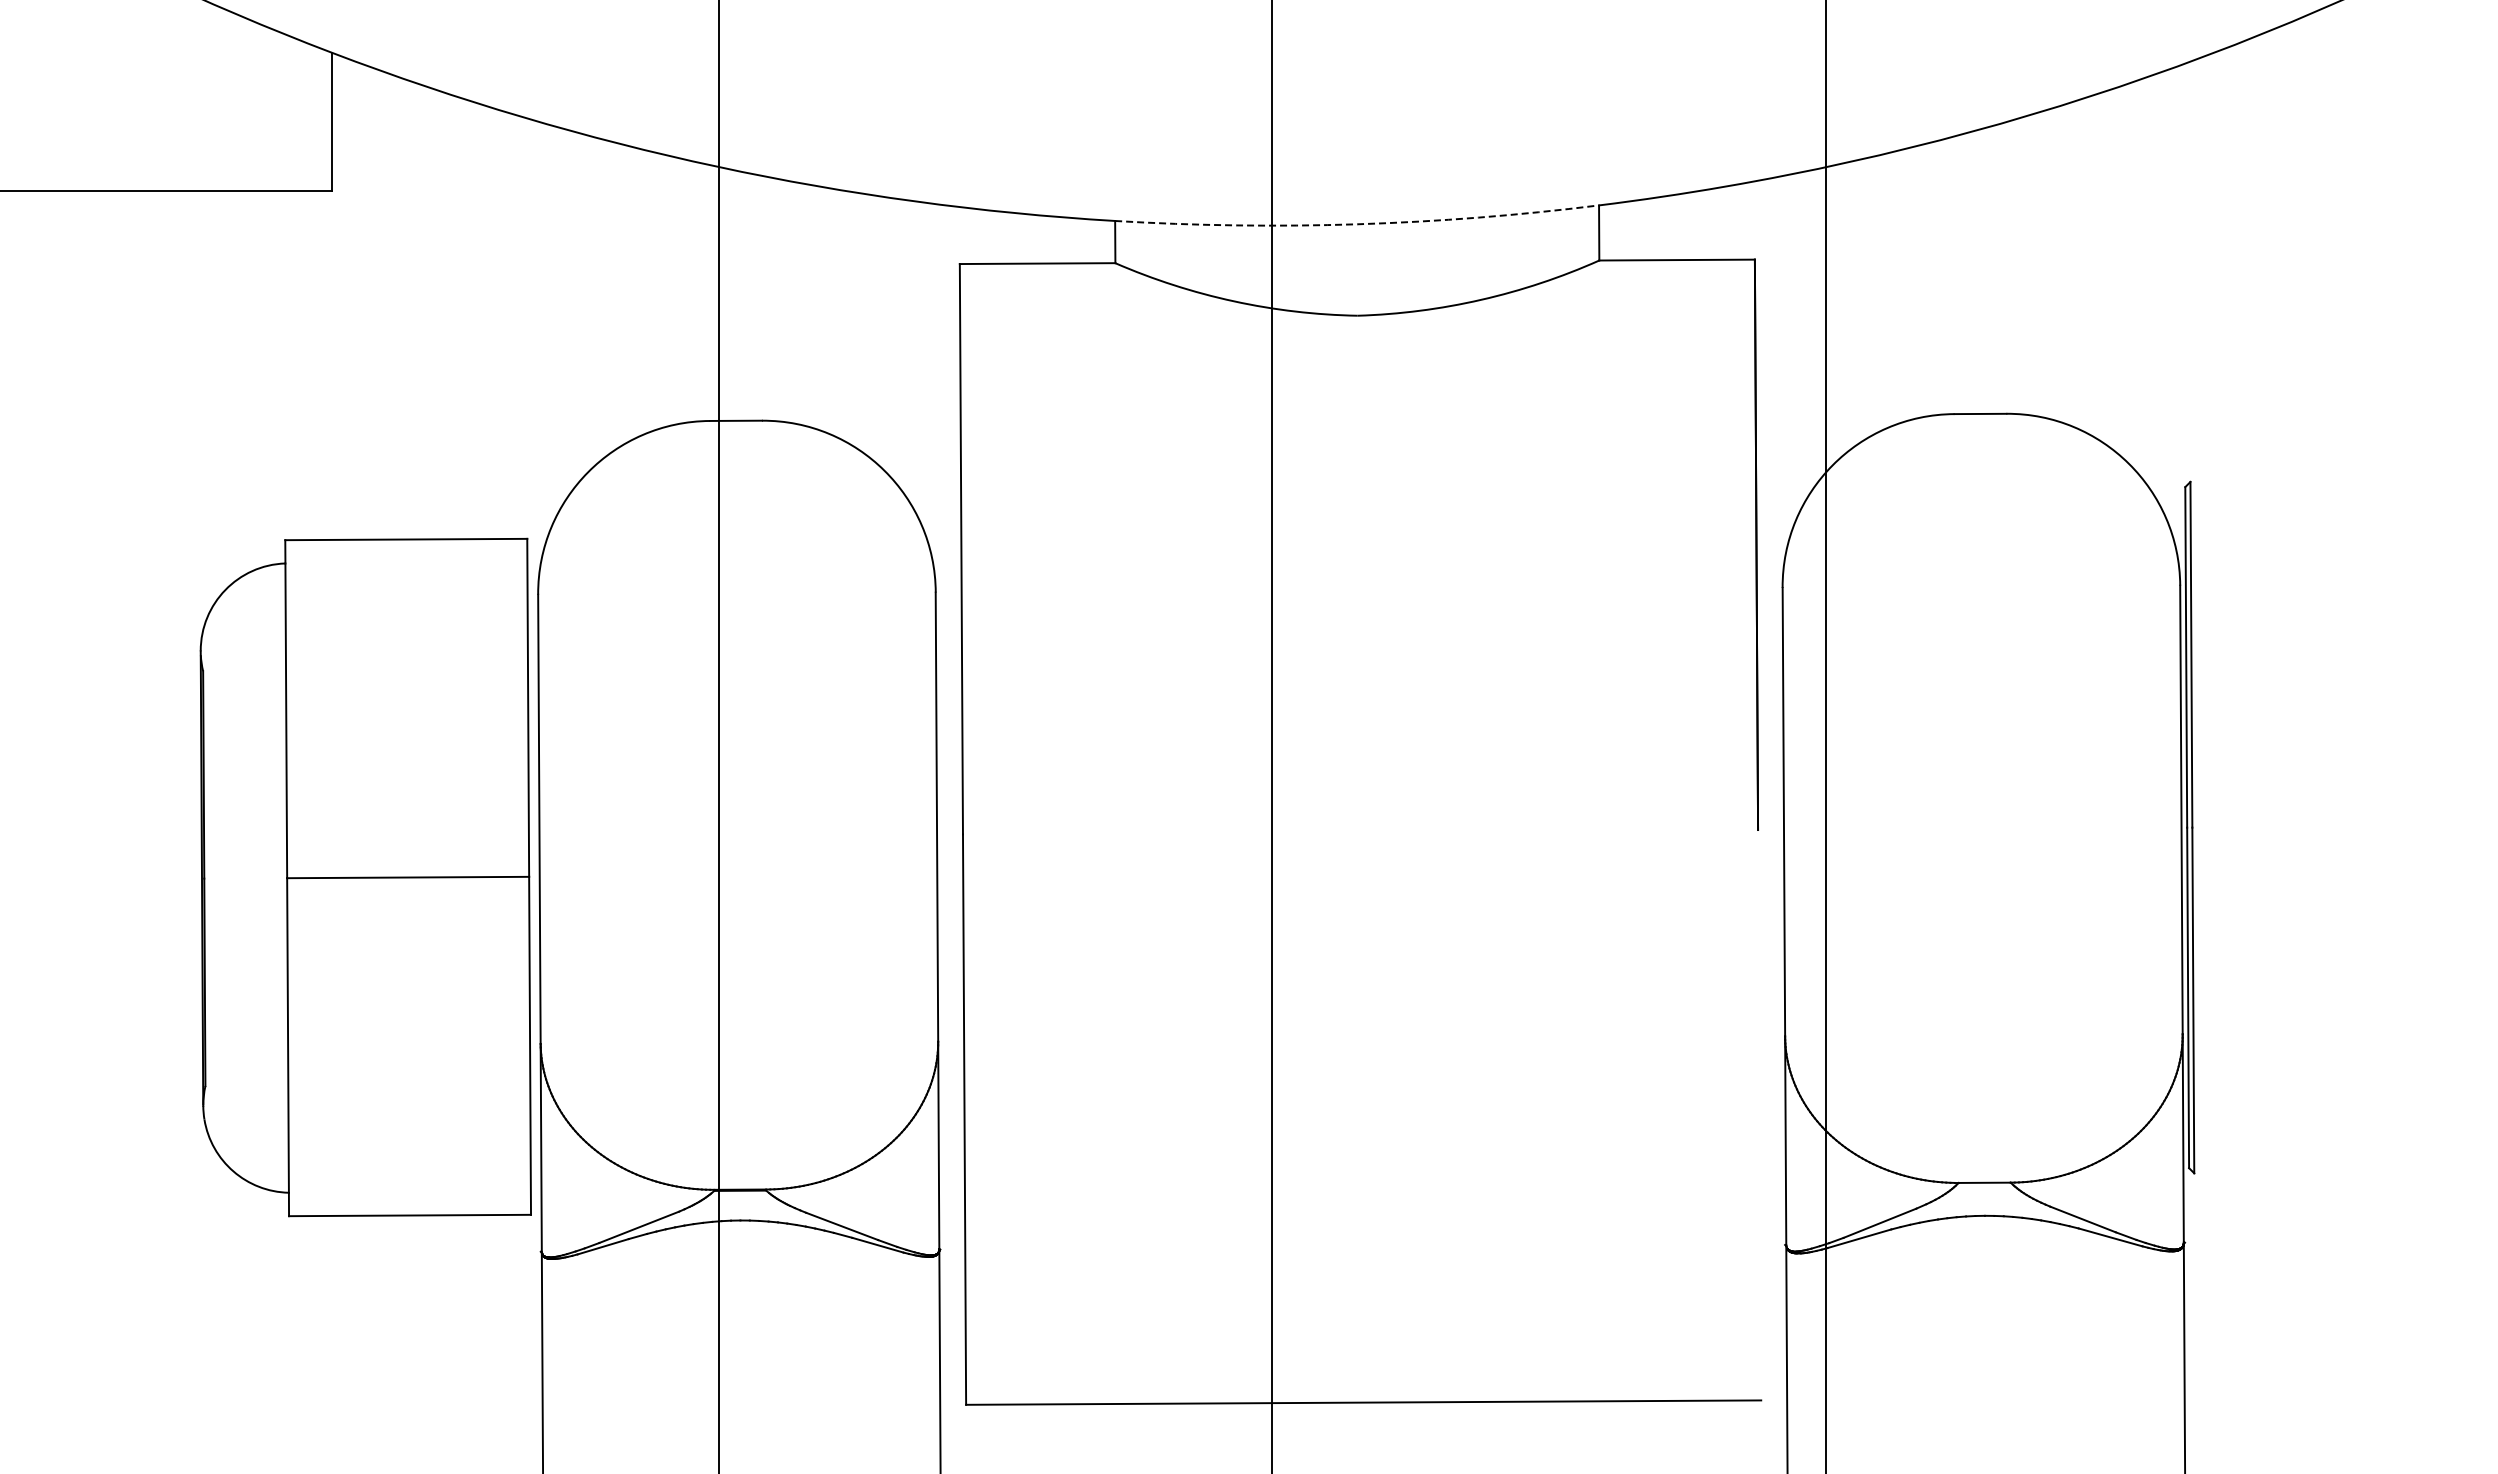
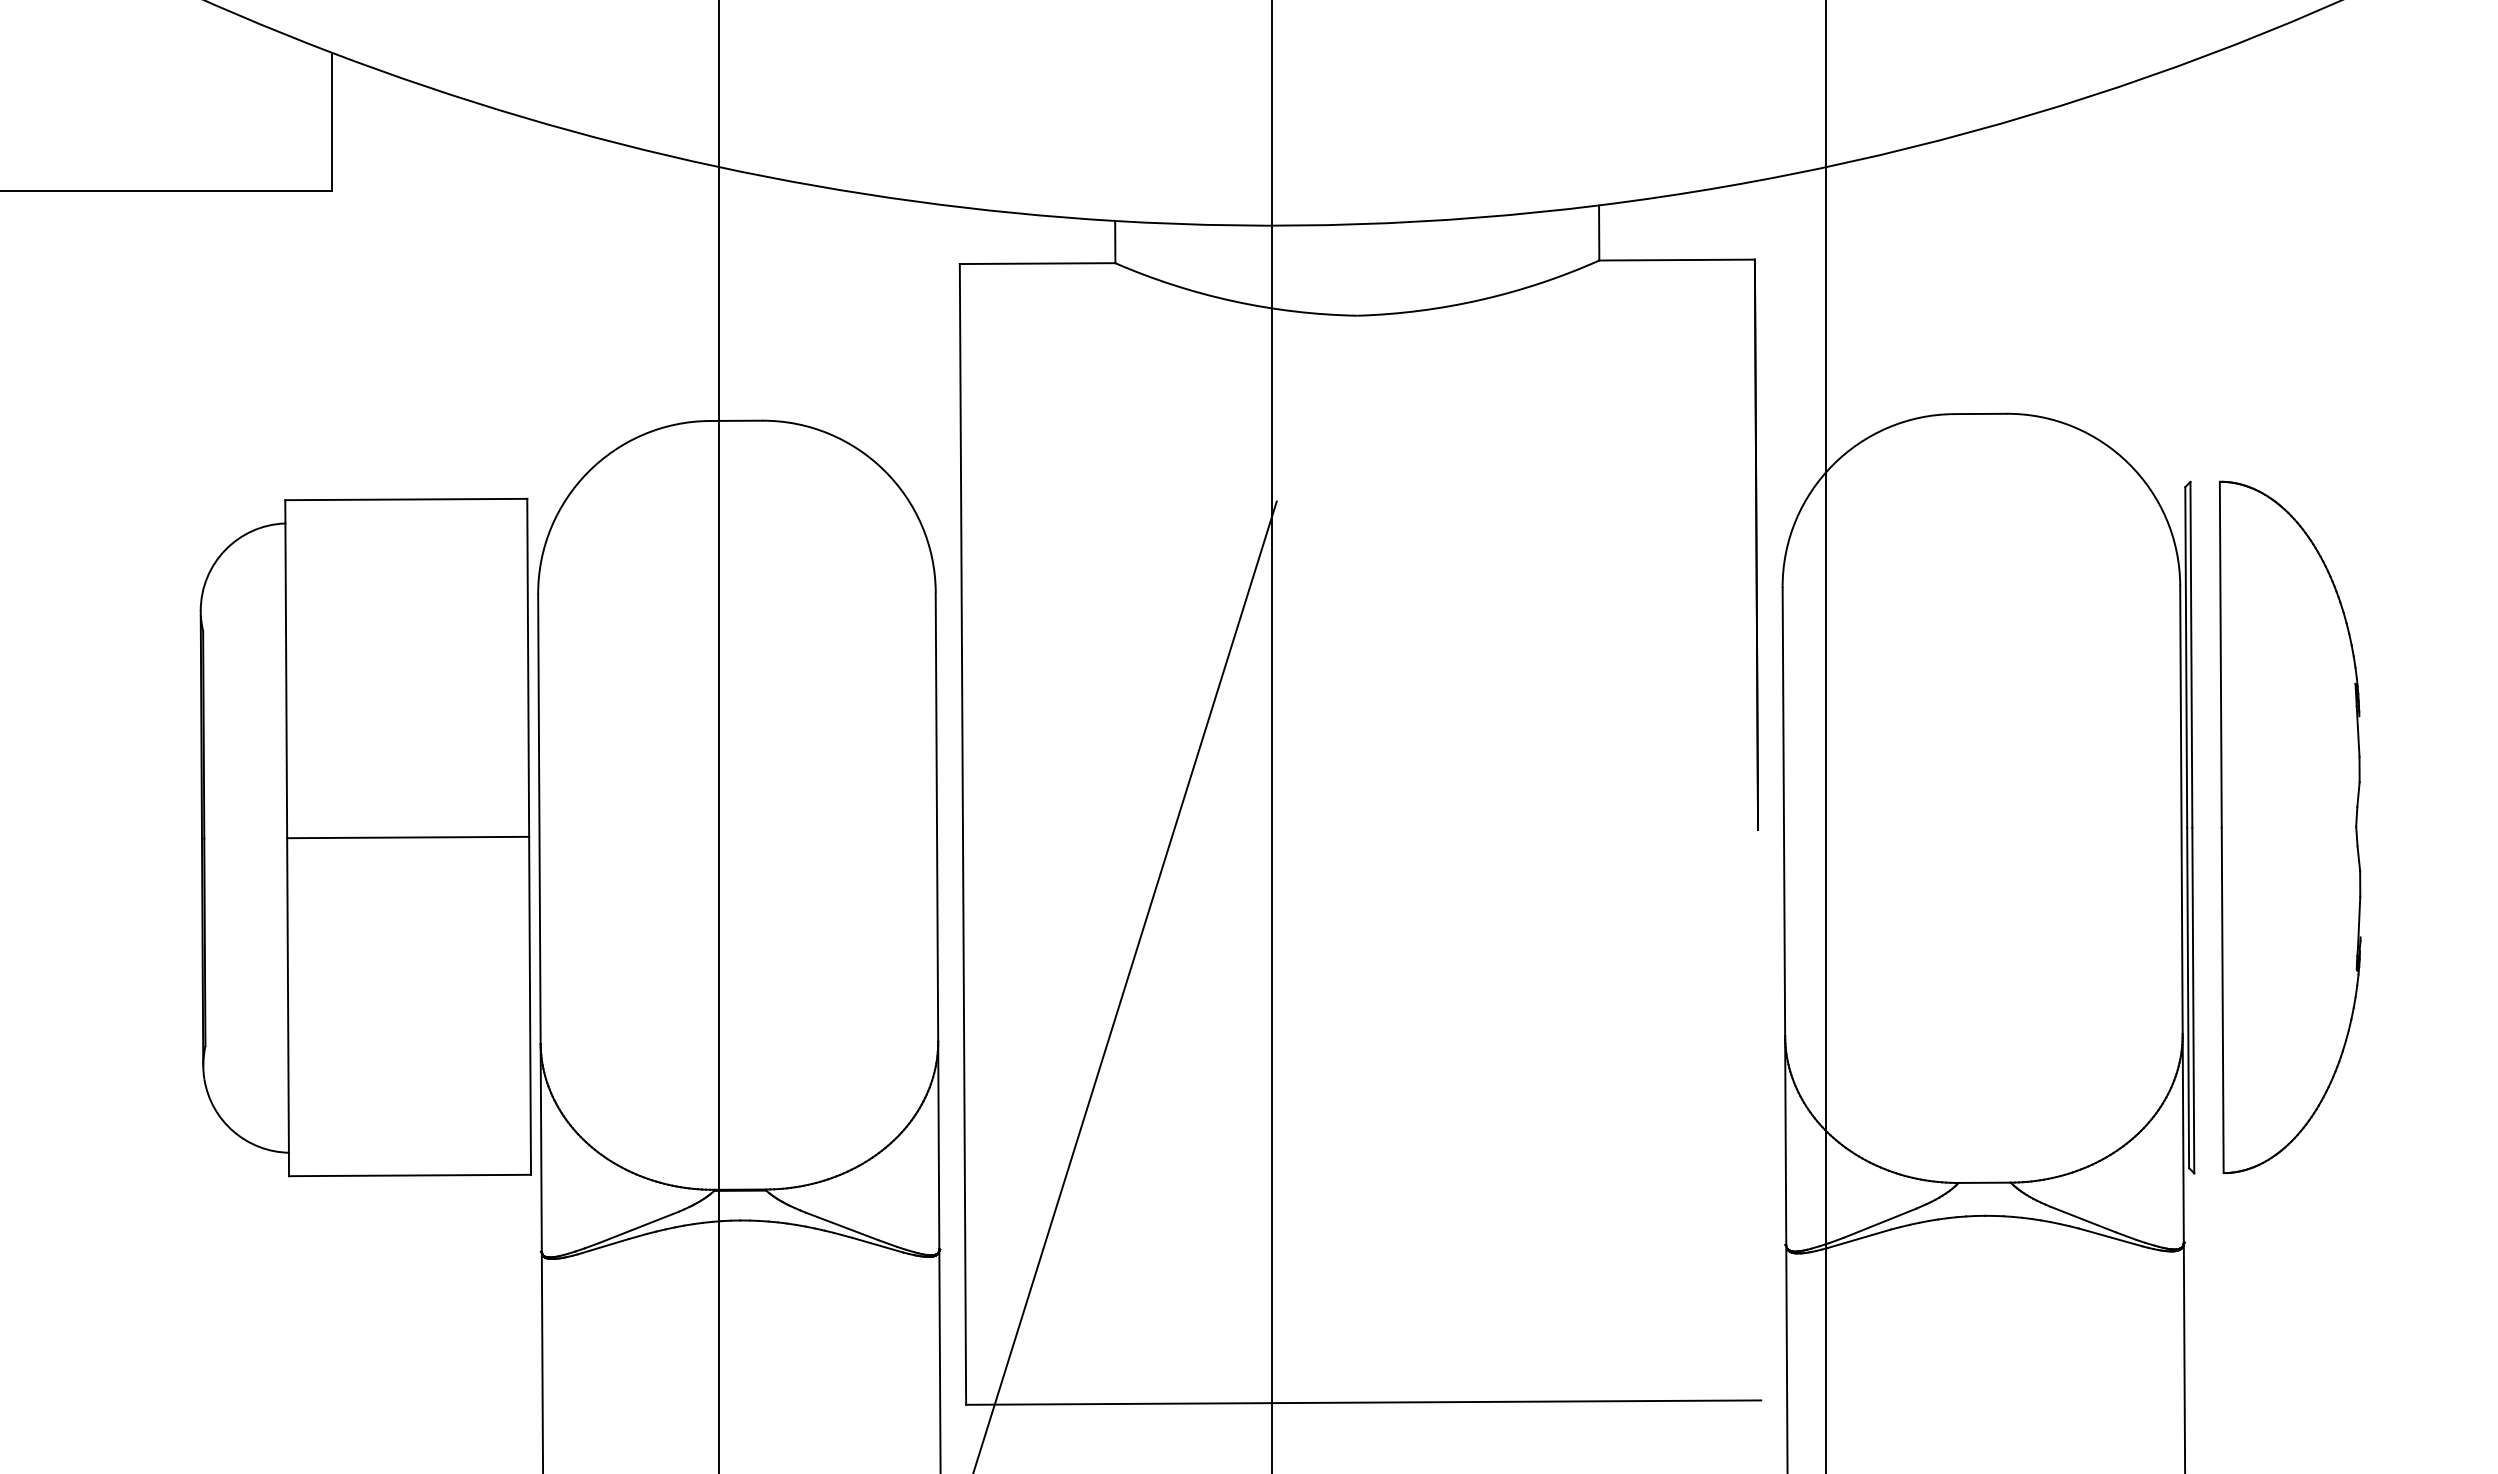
arc at (1357, 224): dashed -> solid
part at (2290, 827): none -> present
part at (365, 877) position: (365, 877) -> (365, 837)
line at (1125, 985): none -> present
